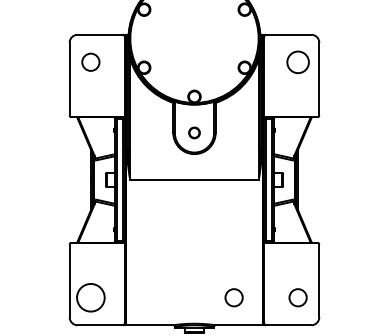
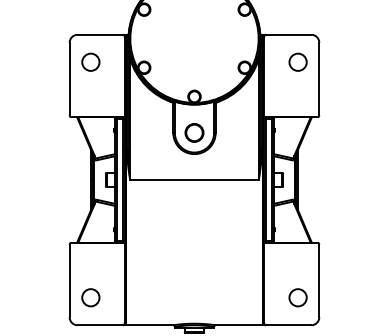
circle at (297, 61) size: 24x24 px -> 20x20 px
circle at (194, 132) size: 13x14 px -> 21x20 px
circle at (90, 297) diameter: 28 px -> 17 px
circle at (233, 297): present -> none
